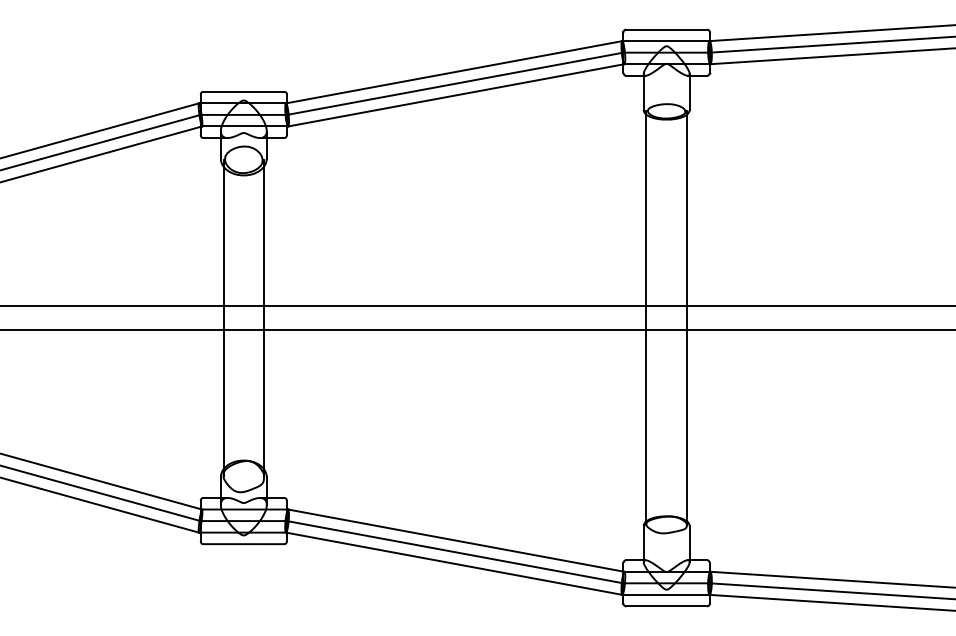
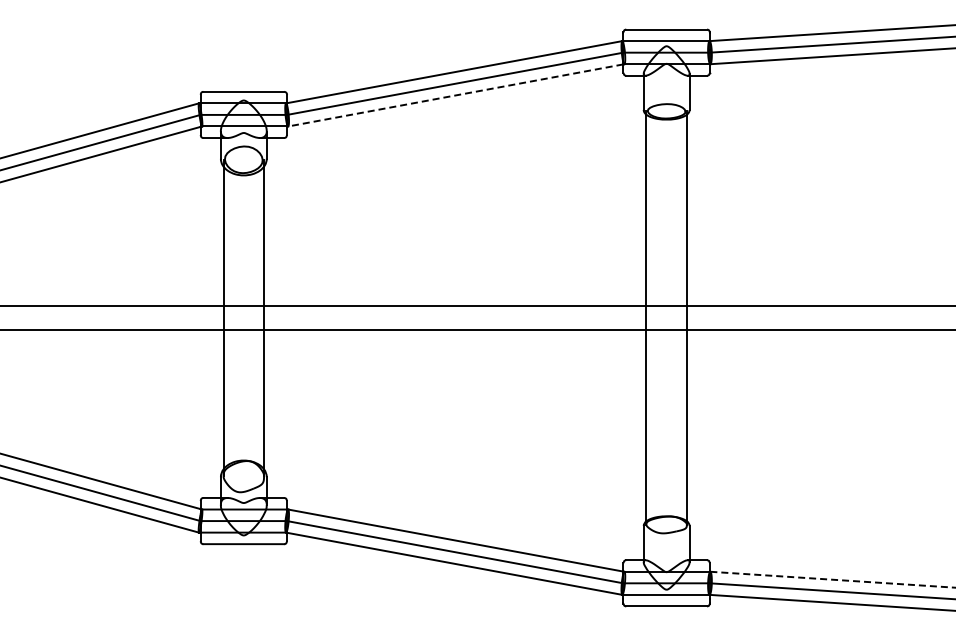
line at (455, 95): solid -> dashed
line at (832, 579): solid -> dashed
